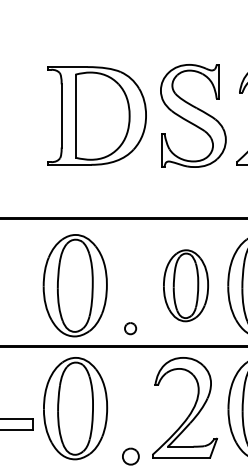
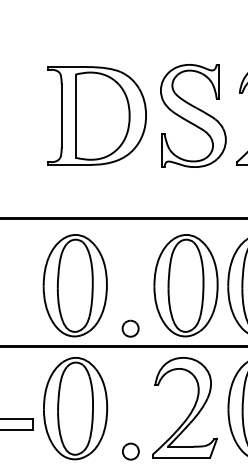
part at (185, 285) size: 46x74 px -> 66x104 px
part at (130, 328) size: 14x14 px -> 19x19 px
part at (130, 456) position: (130, 456) -> (130, 451)
